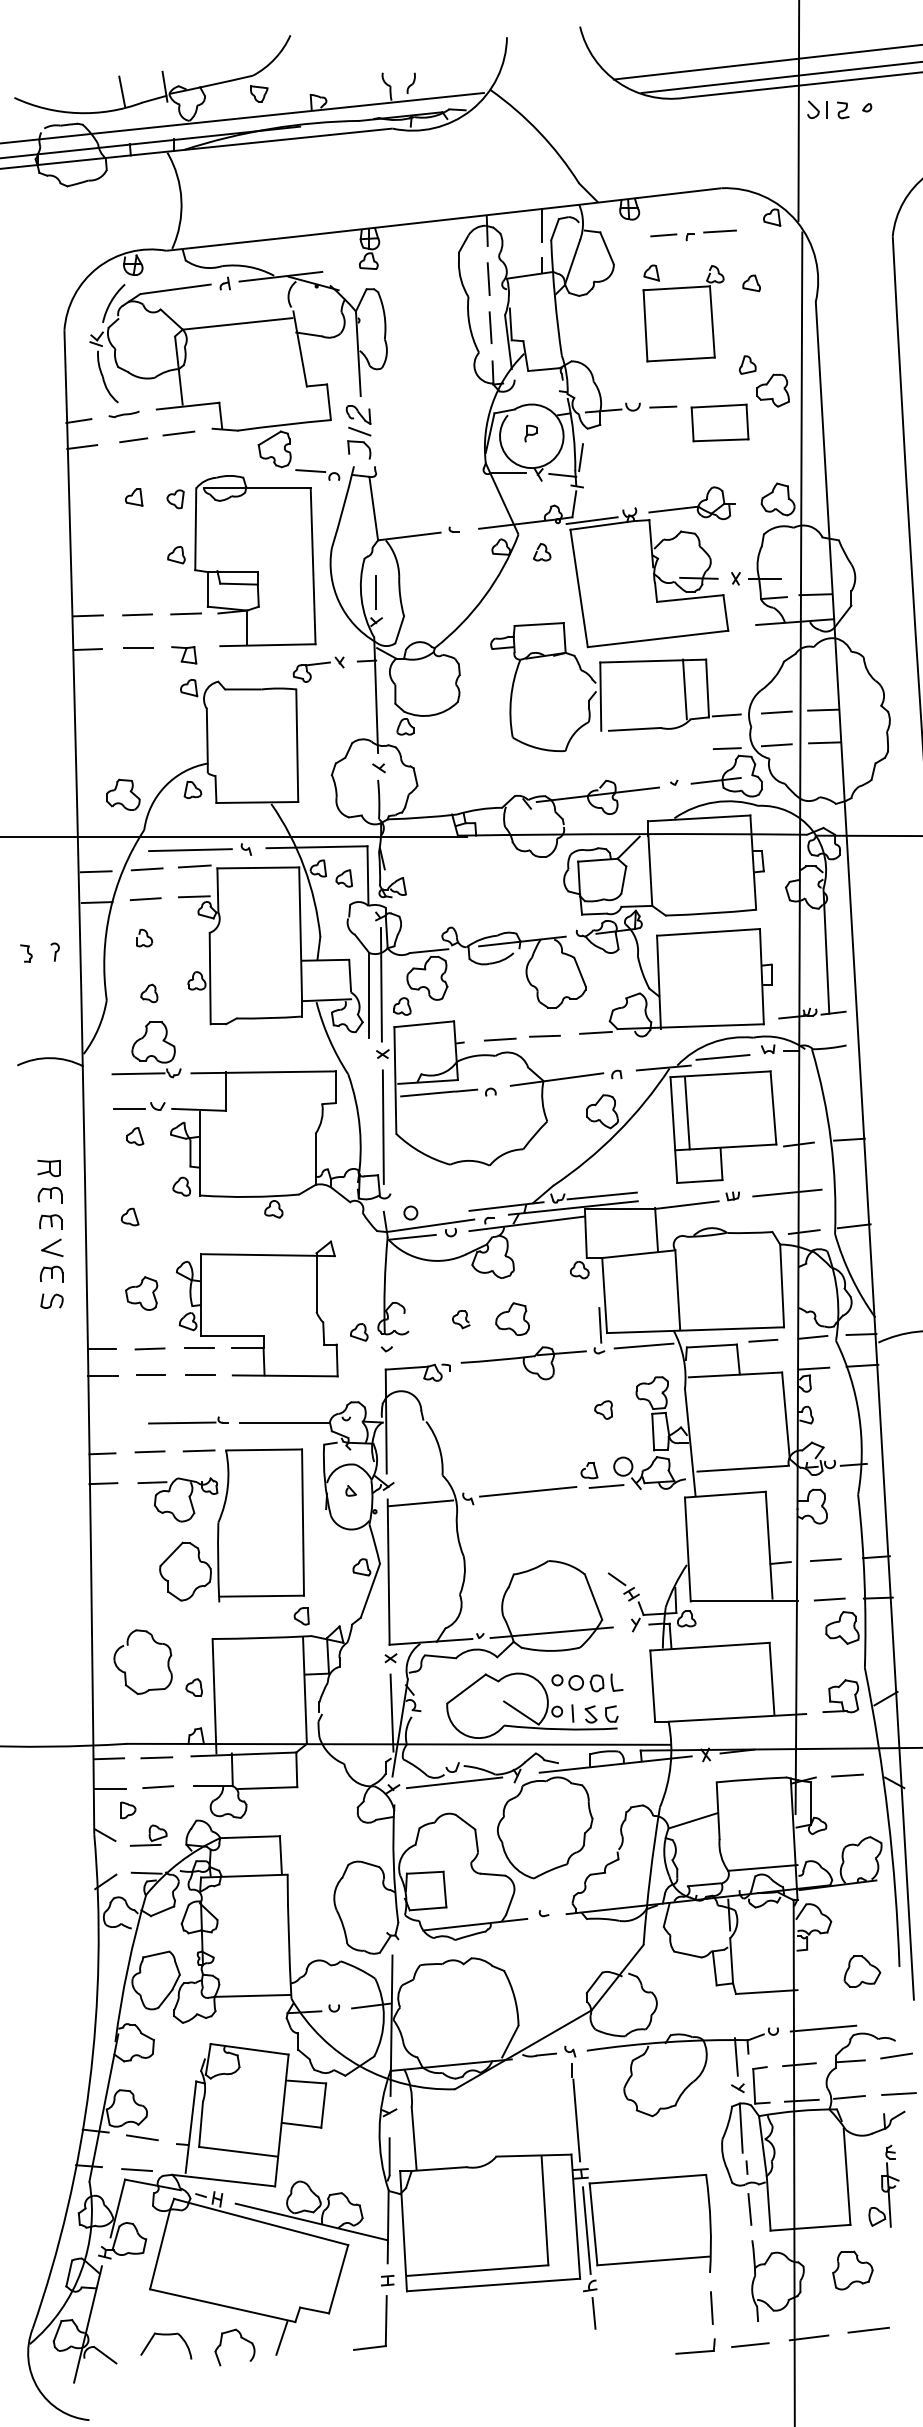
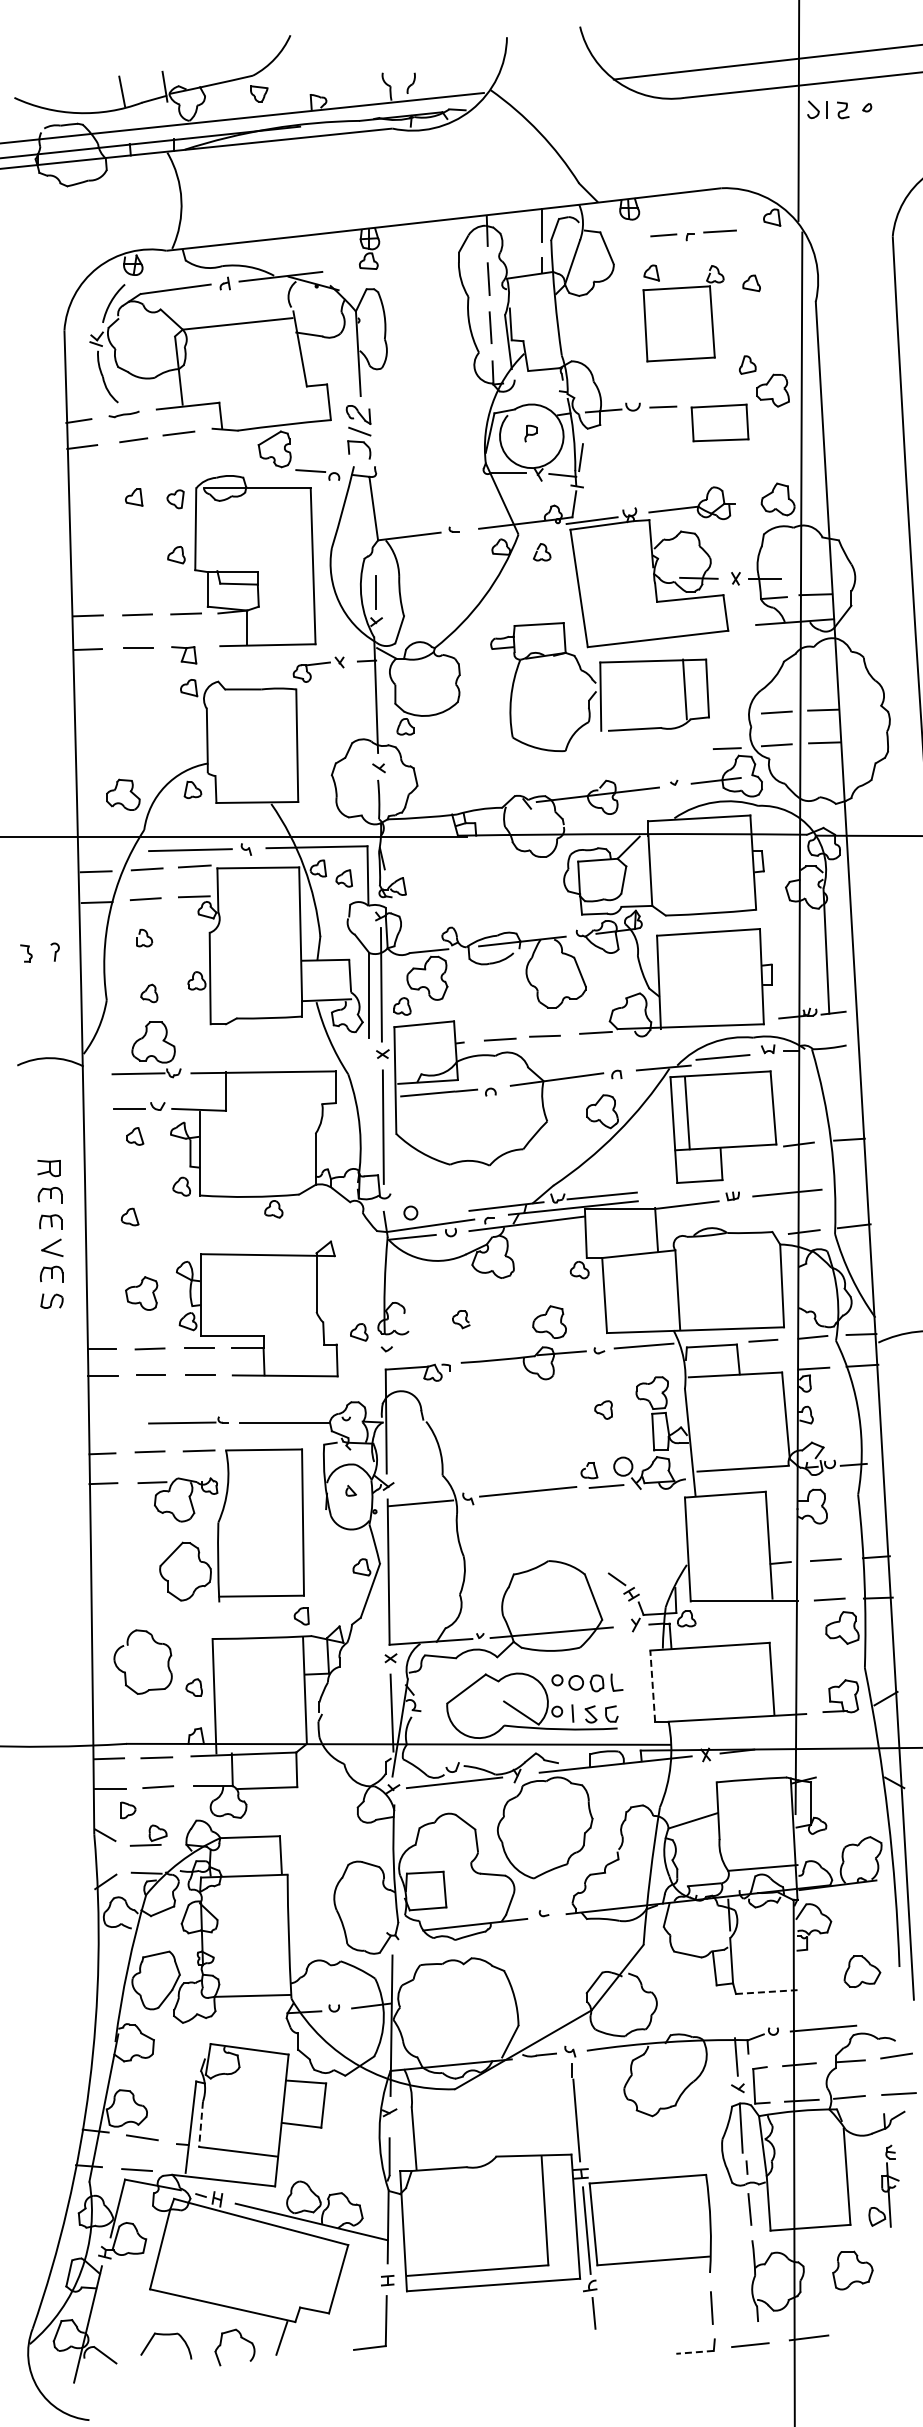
line at (780, 77): present -> none
line at (726, 715): present -> none
part at (512, 1318) position: (512, 1318) -> (549, 1321)
line at (600, 1325): present -> none
line at (652, 1686): solid -> dashed
line at (847, 1775): present -> none
line at (766, 1992): solid -> dashed
line at (201, 2124): solid -> dashed
line at (868, 2329): present -> none
line at (695, 2352): solid -> dashed
